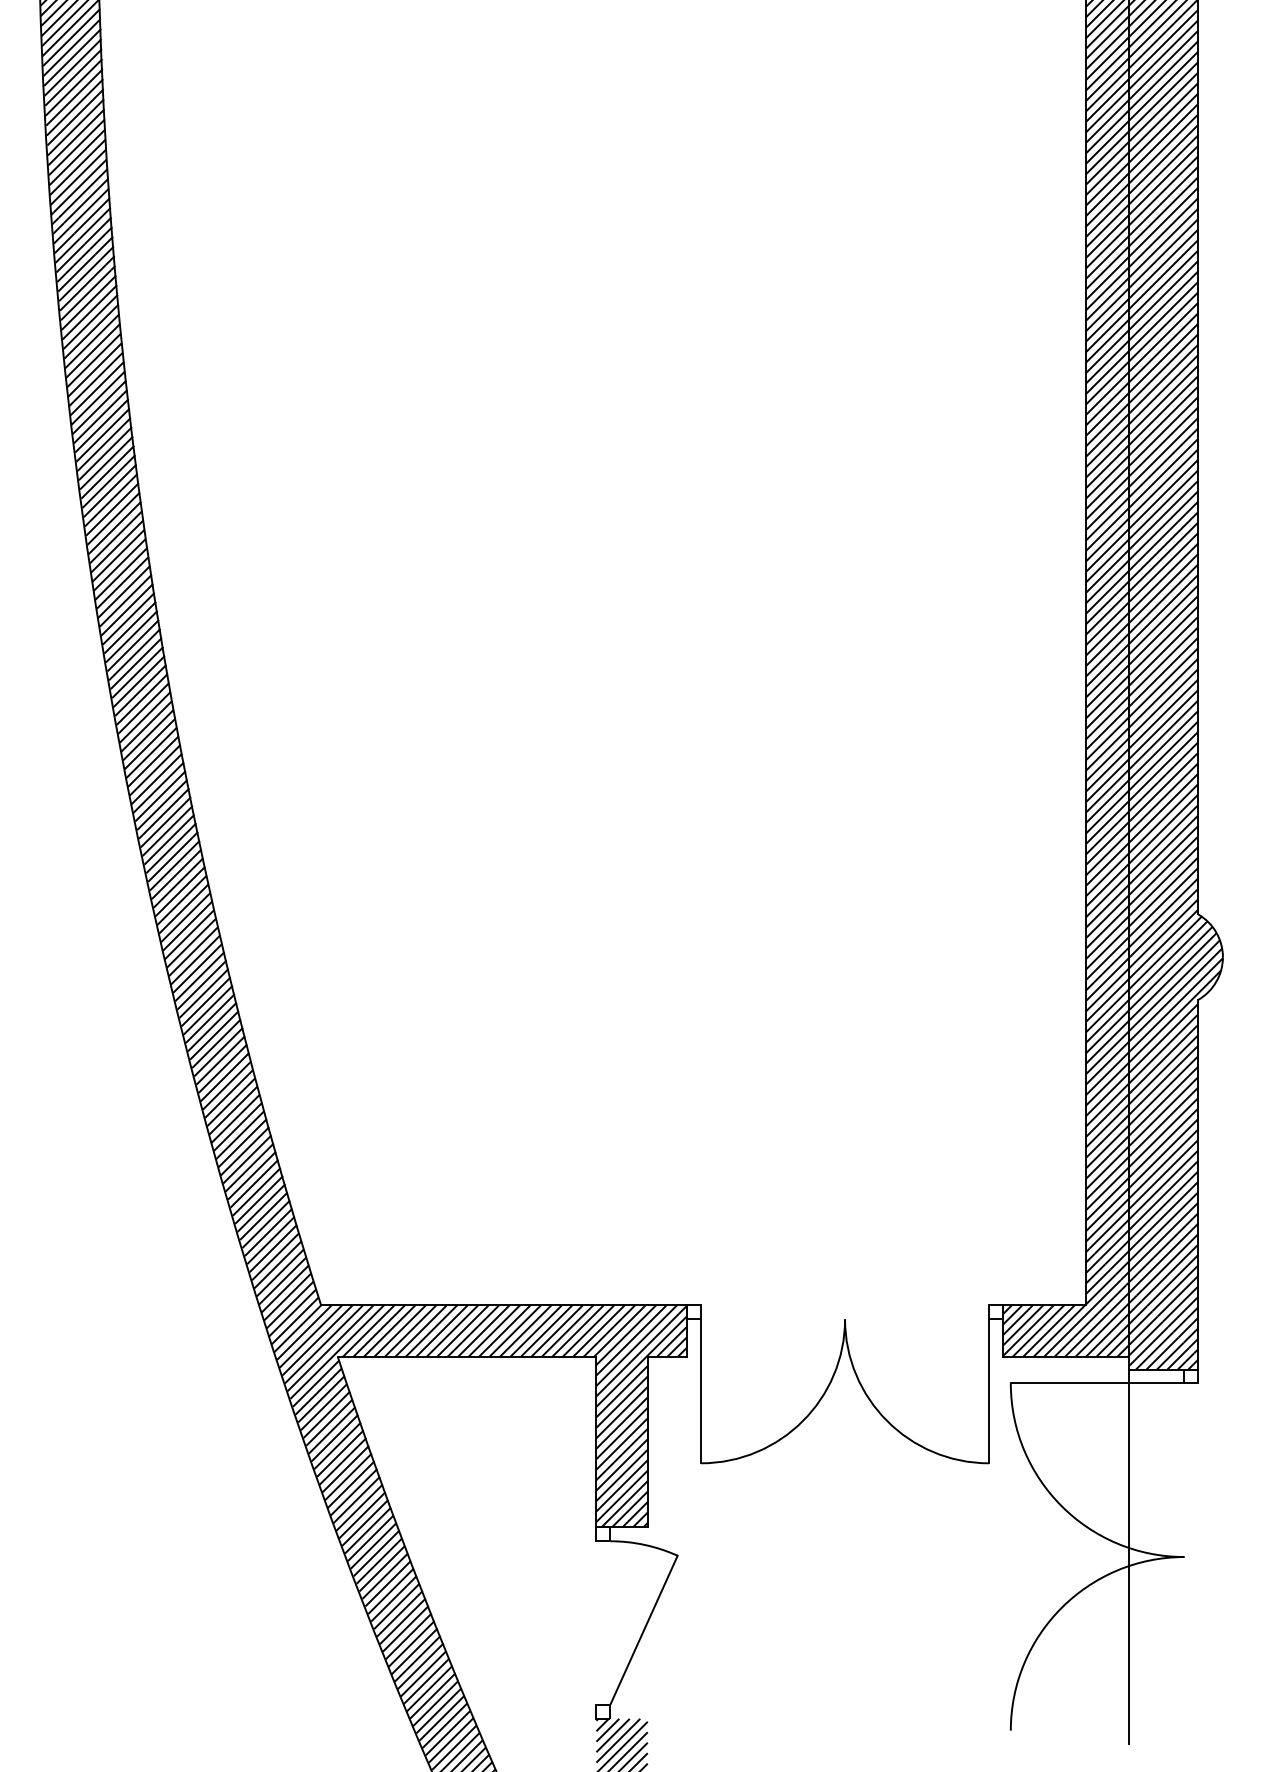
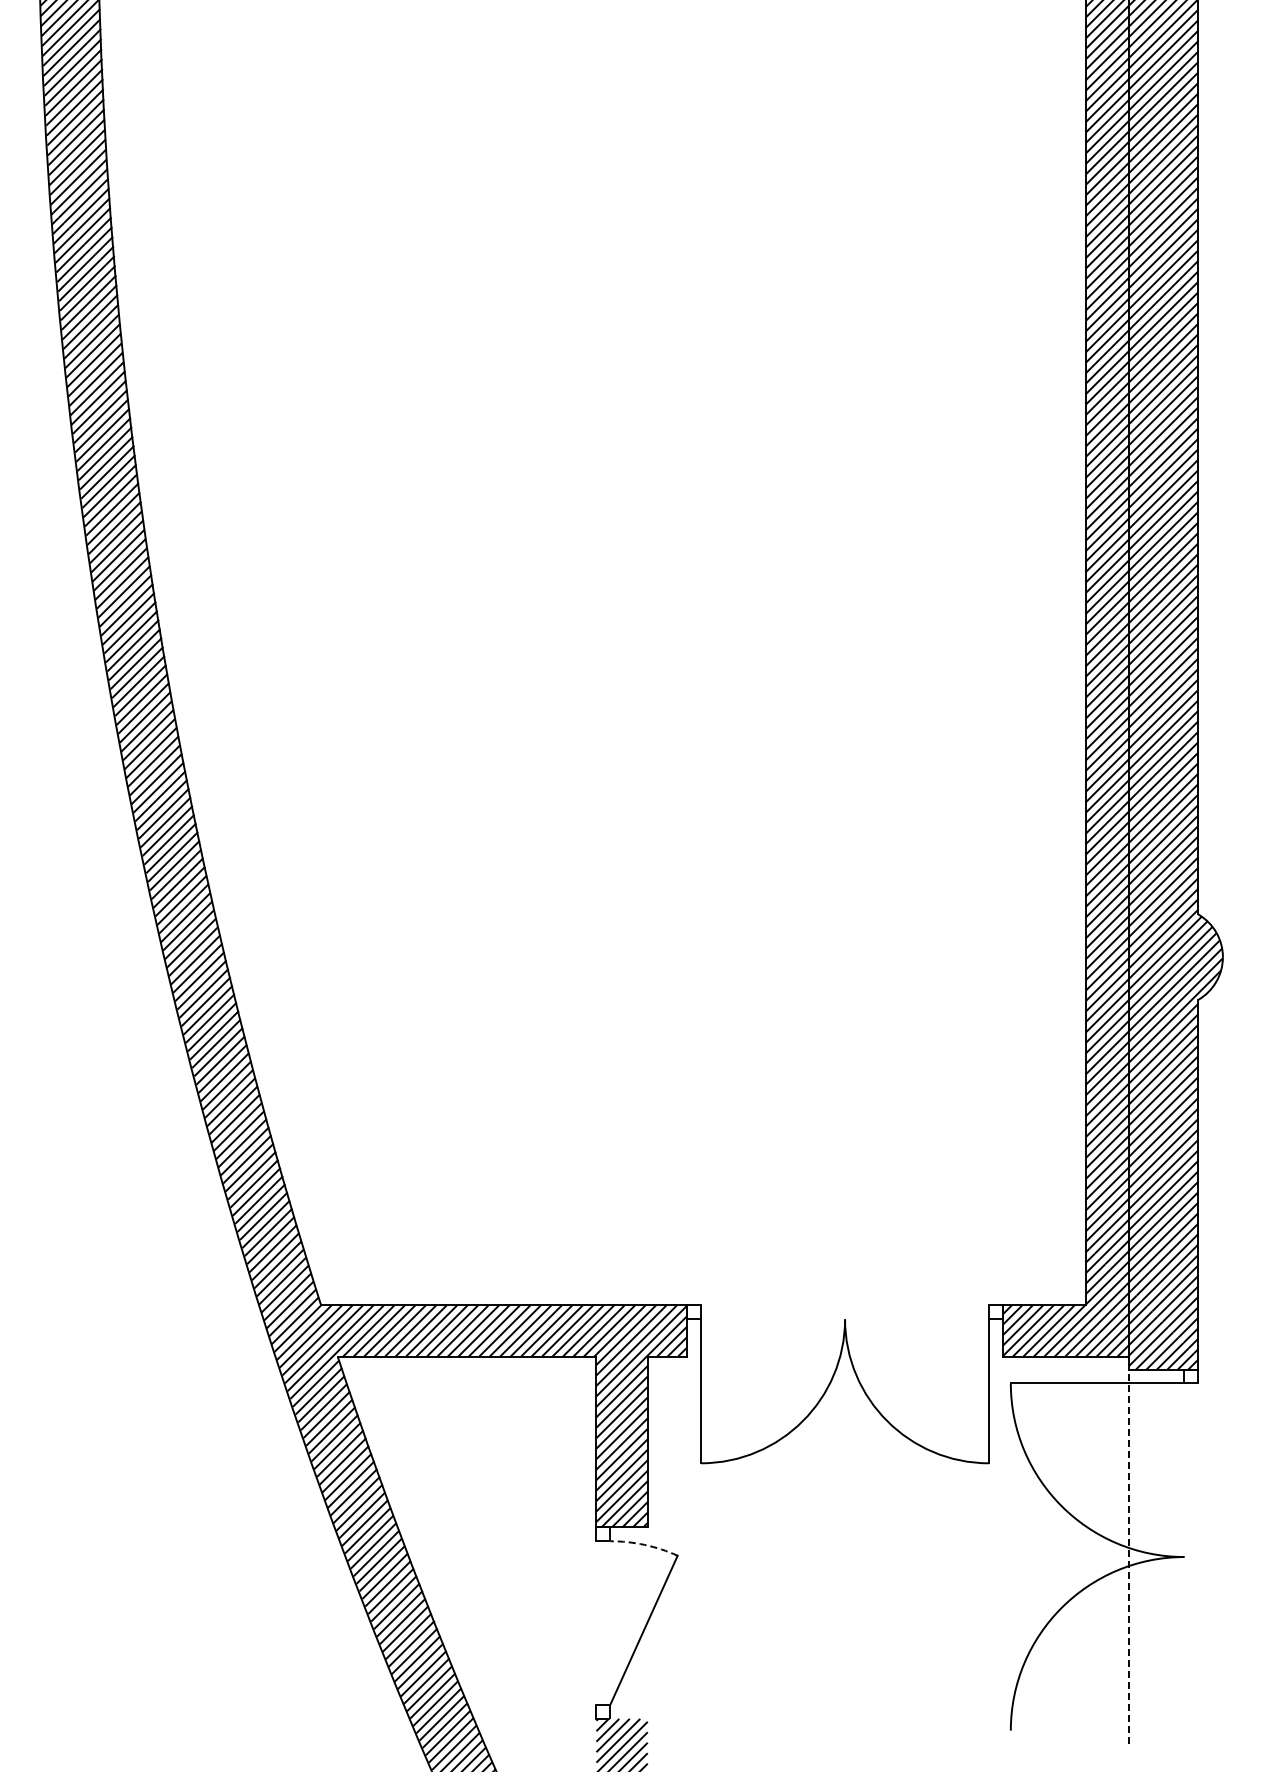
arc at (644, 1544): solid -> dashed
line at (1129, 1556): solid -> dashed
